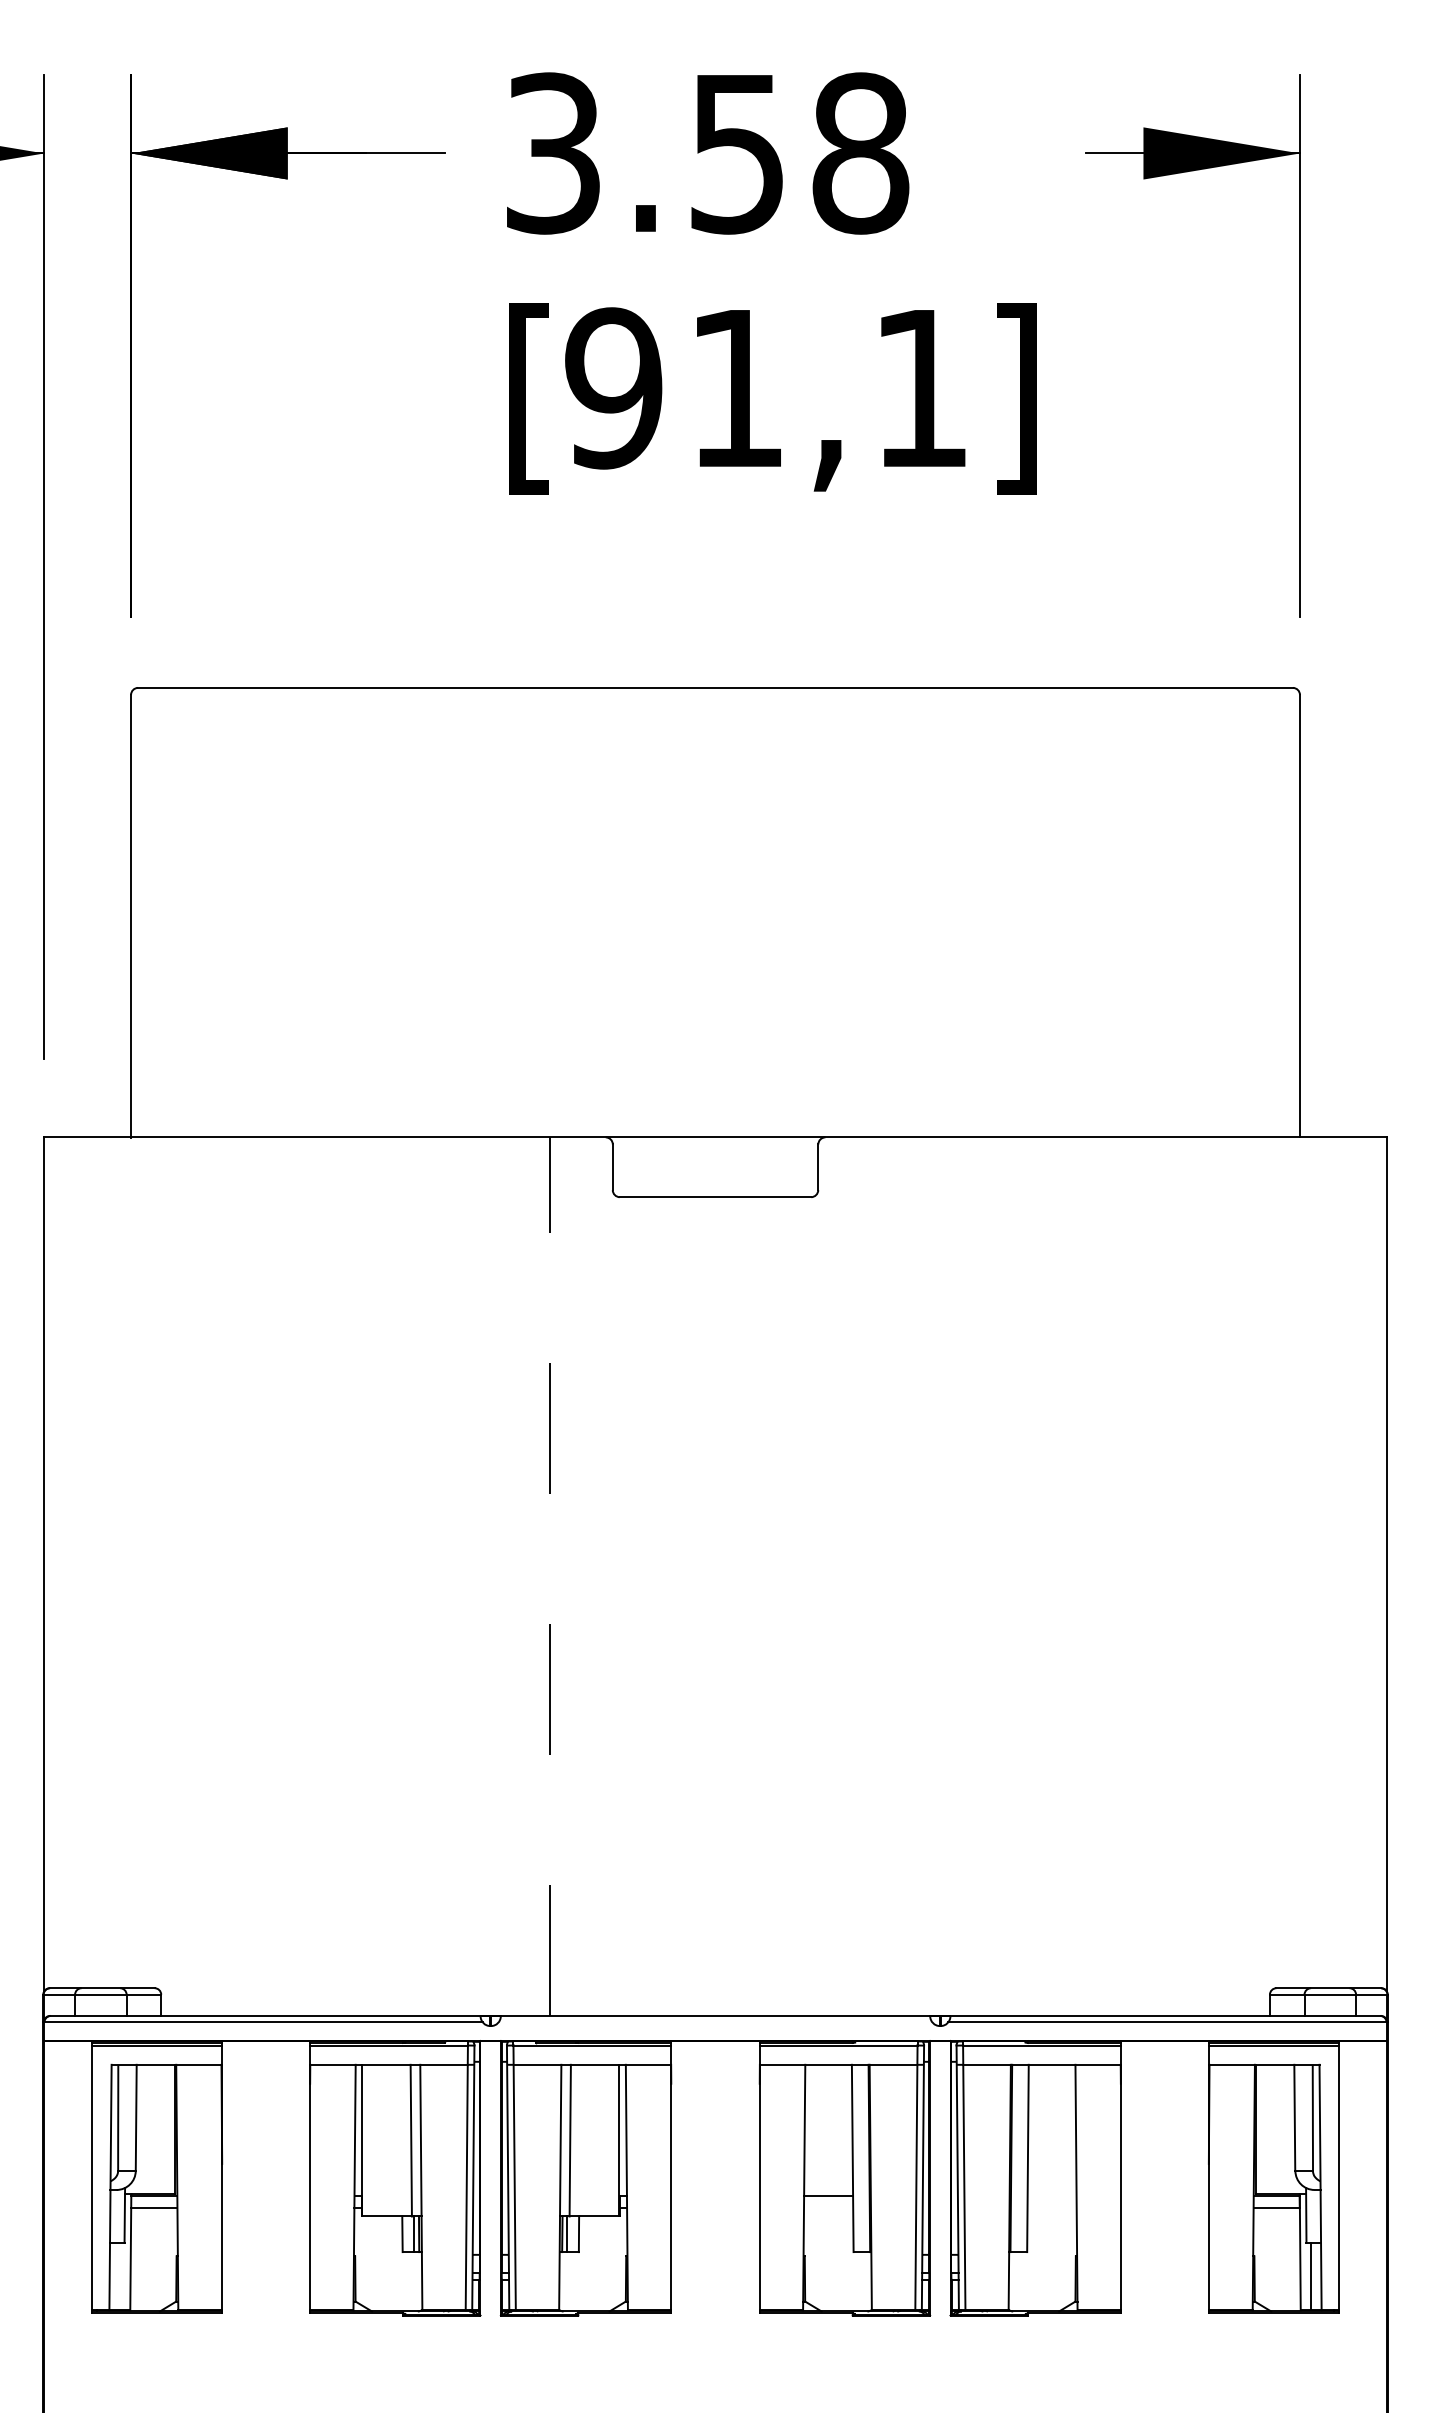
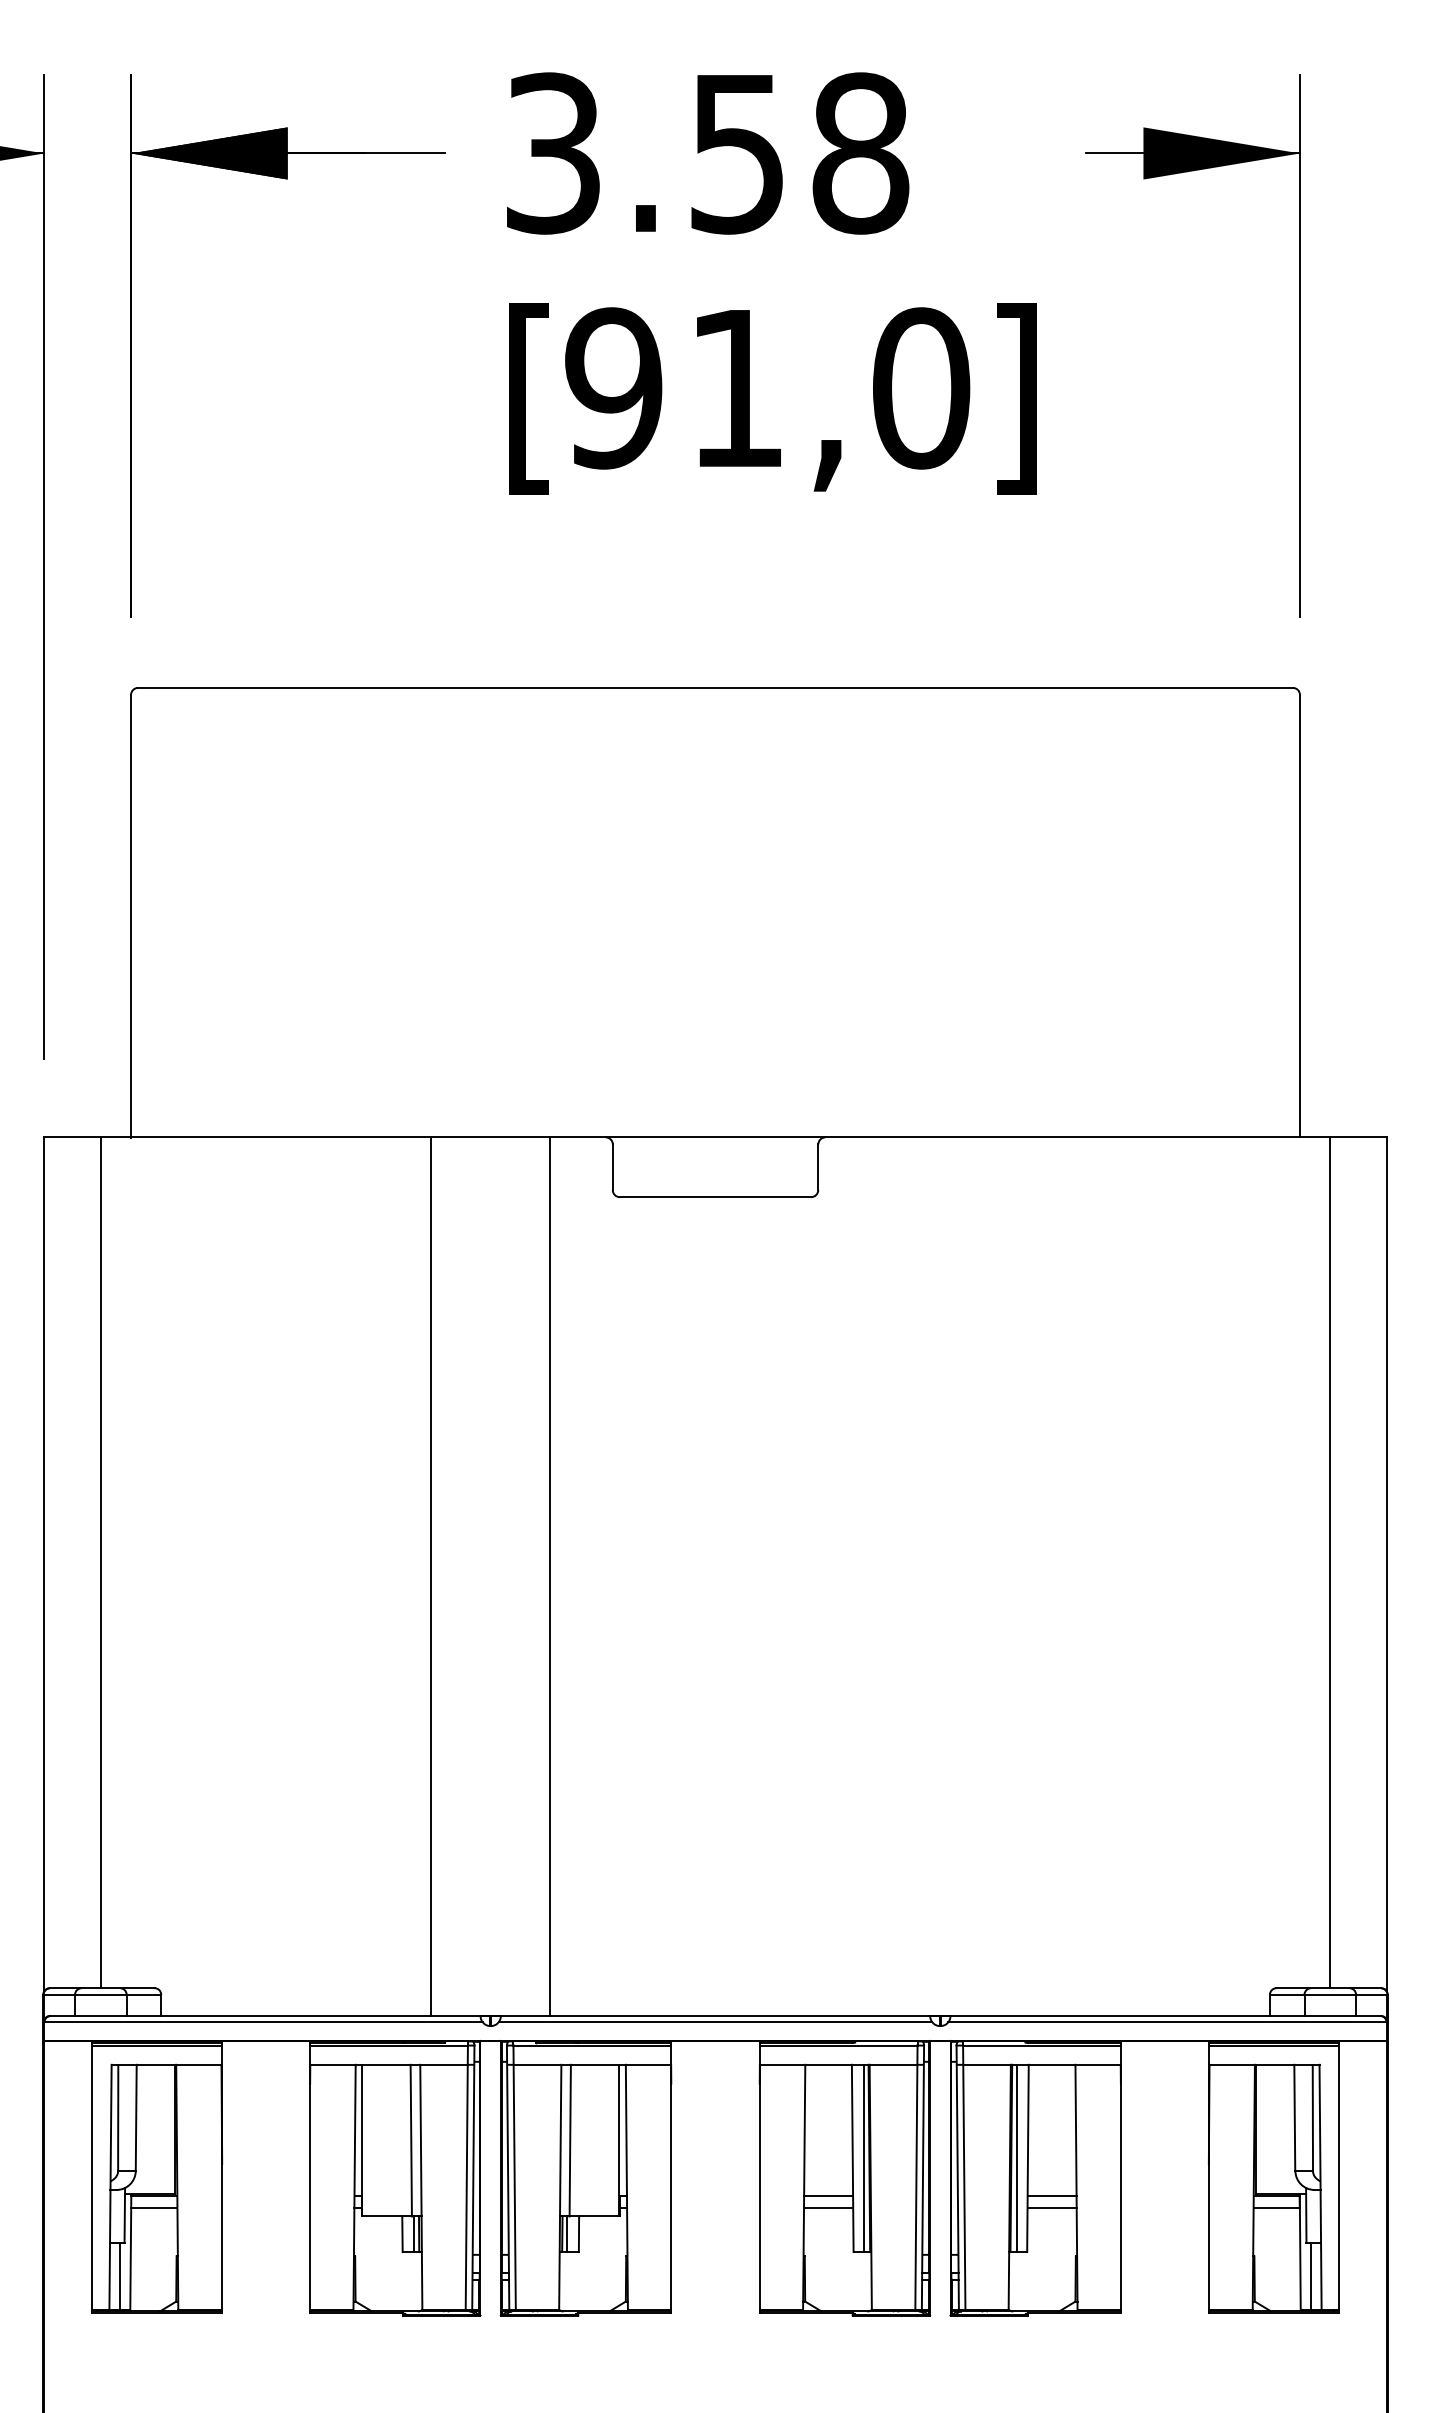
text at (921, 388): 91,1 -> 91,0
line at (100, 1562): none -> present
line at (1330, 1562): none -> present
line at (431, 1576): none -> present
line at (550, 1576): dashed -> solid
line at (715, 2022): none -> present
line at (863, 2158): none -> present
line at (1017, 2158): none -> present
line at (1051, 2195): none -> present
line at (828, 2207): none -> present
line at (1051, 2208): none -> present
line at (120, 2276): none -> present
